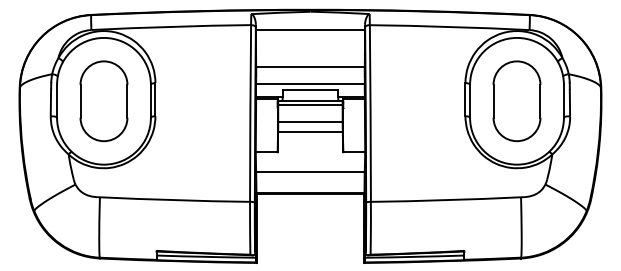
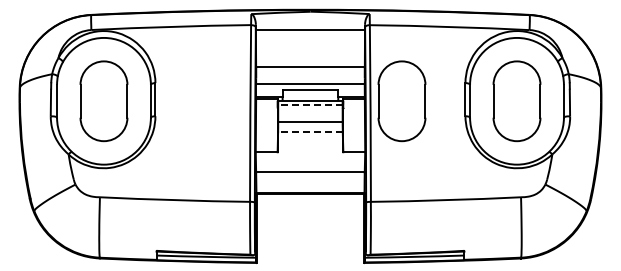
part at (401, 101): none -> present
line at (309, 105): solid -> dashed
line at (309, 132): solid -> dashed
